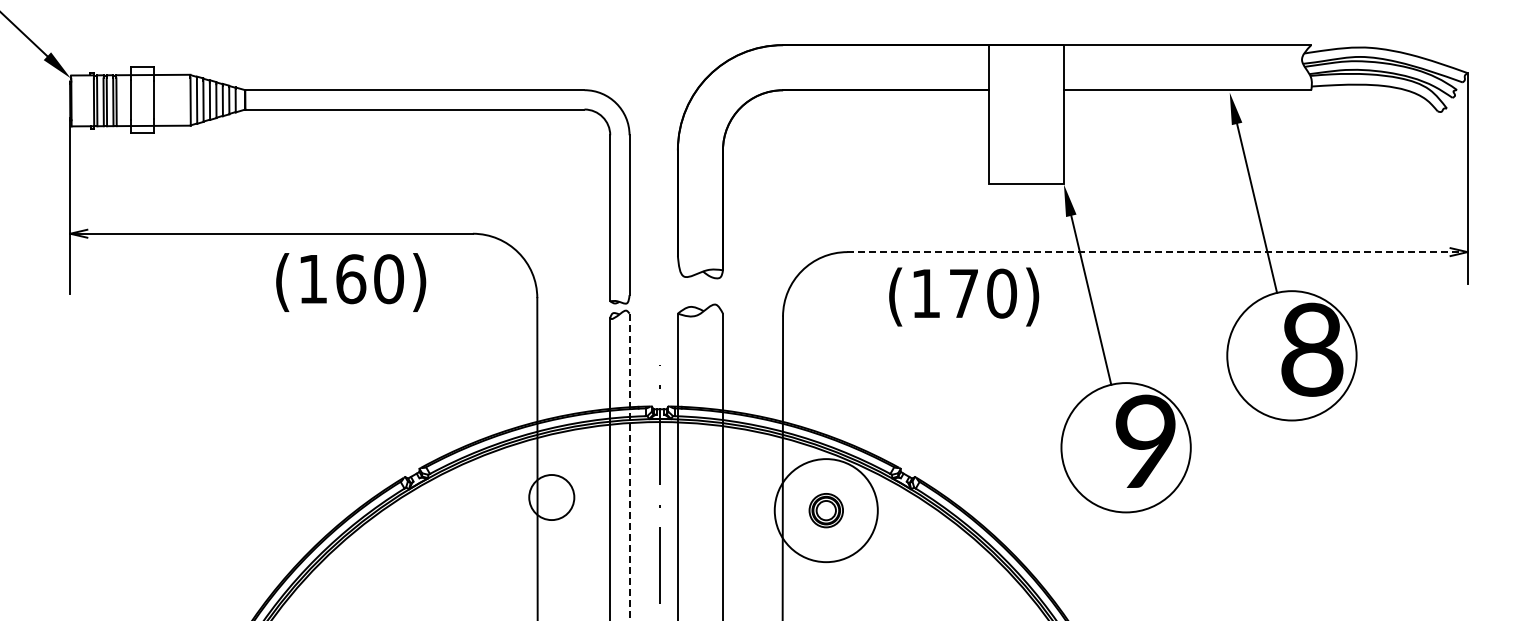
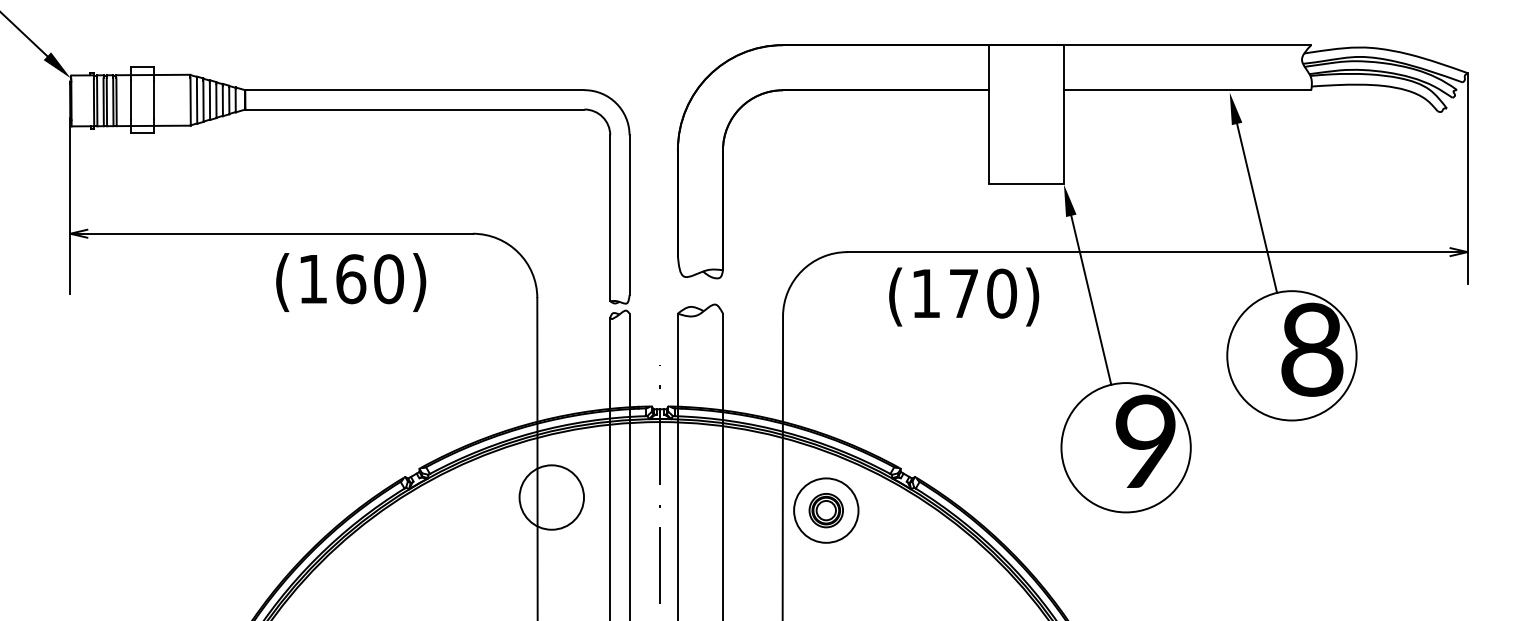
line at (1158, 252): dashed -> solid
line at (629, 467): dashed -> solid
circle at (551, 497) diameter: 45 px -> 64 px
circle at (825, 510) diameter: 103 px -> 64 px
